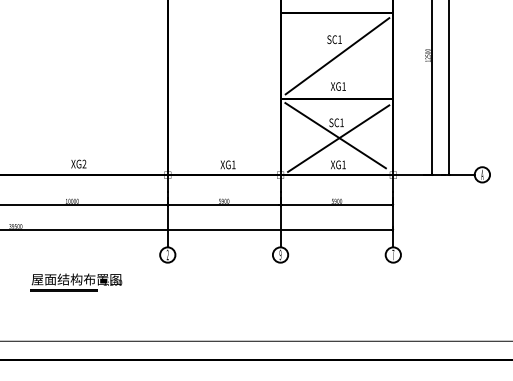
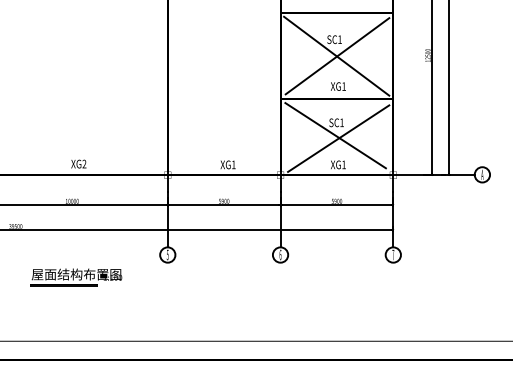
line at (336, 55): none -> present
text at (280, 254): 9 -> 6
text at (167, 255): 2 -> 5
part at (76, 282) position: (76, 282) -> (76, 277)
